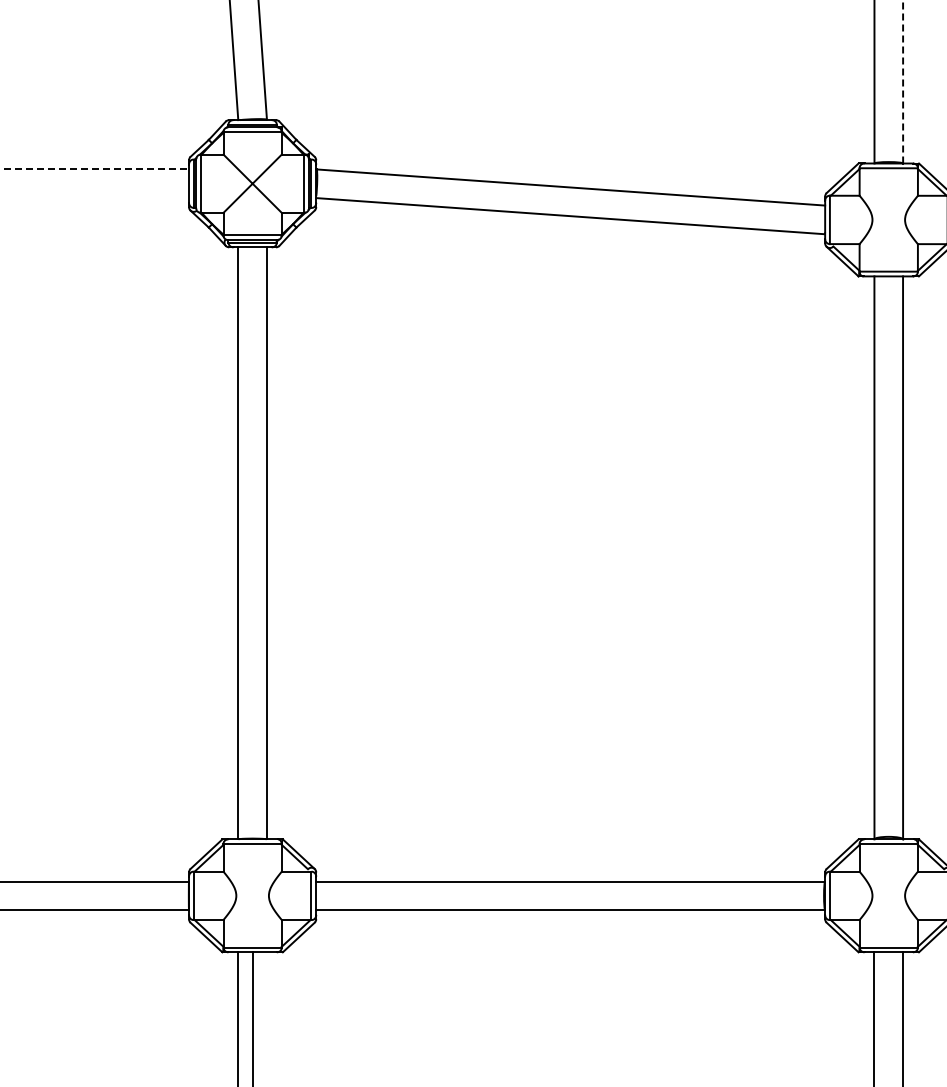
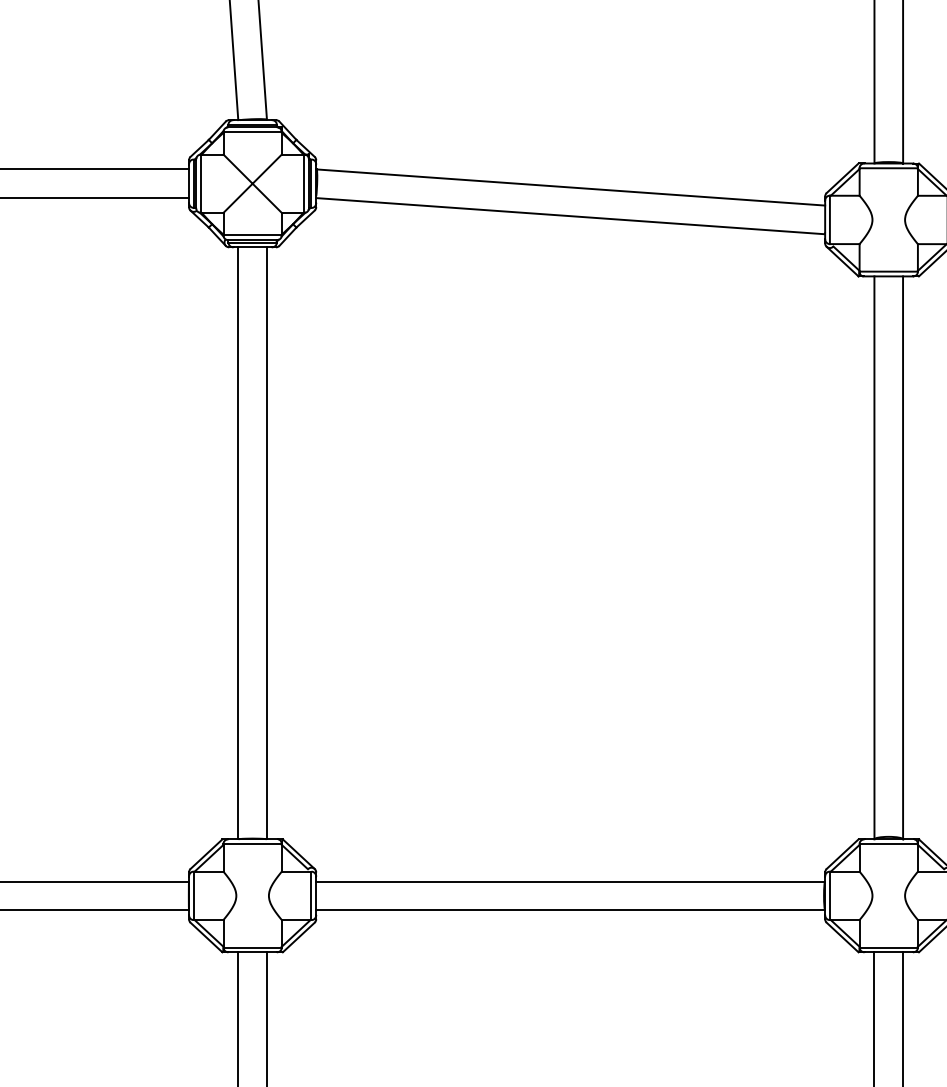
line at (903, 81): dashed -> solid
line at (95, 169): dashed -> solid
line at (95, 198): none -> present
line at (252, 1017) position: (252, 1017) -> (266, 1017)
